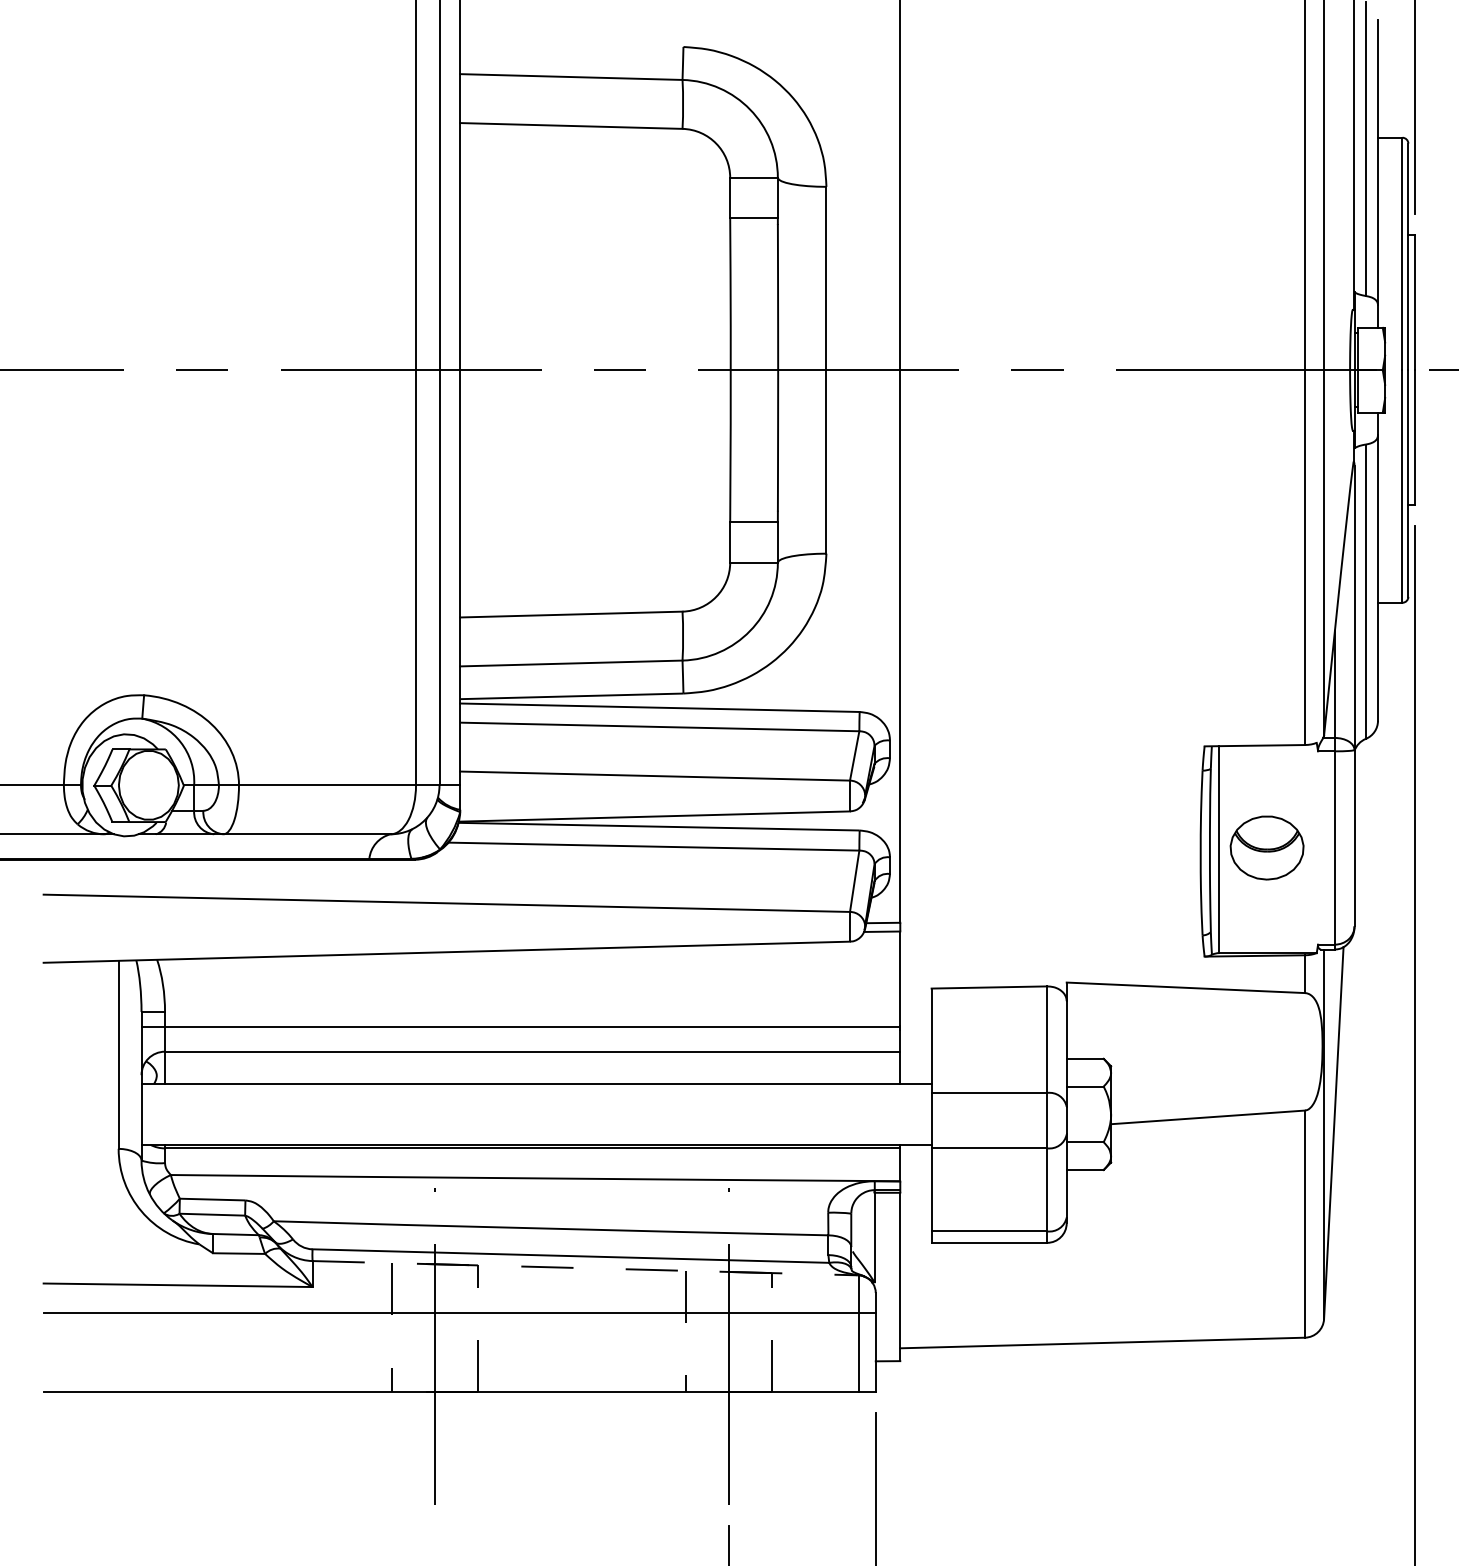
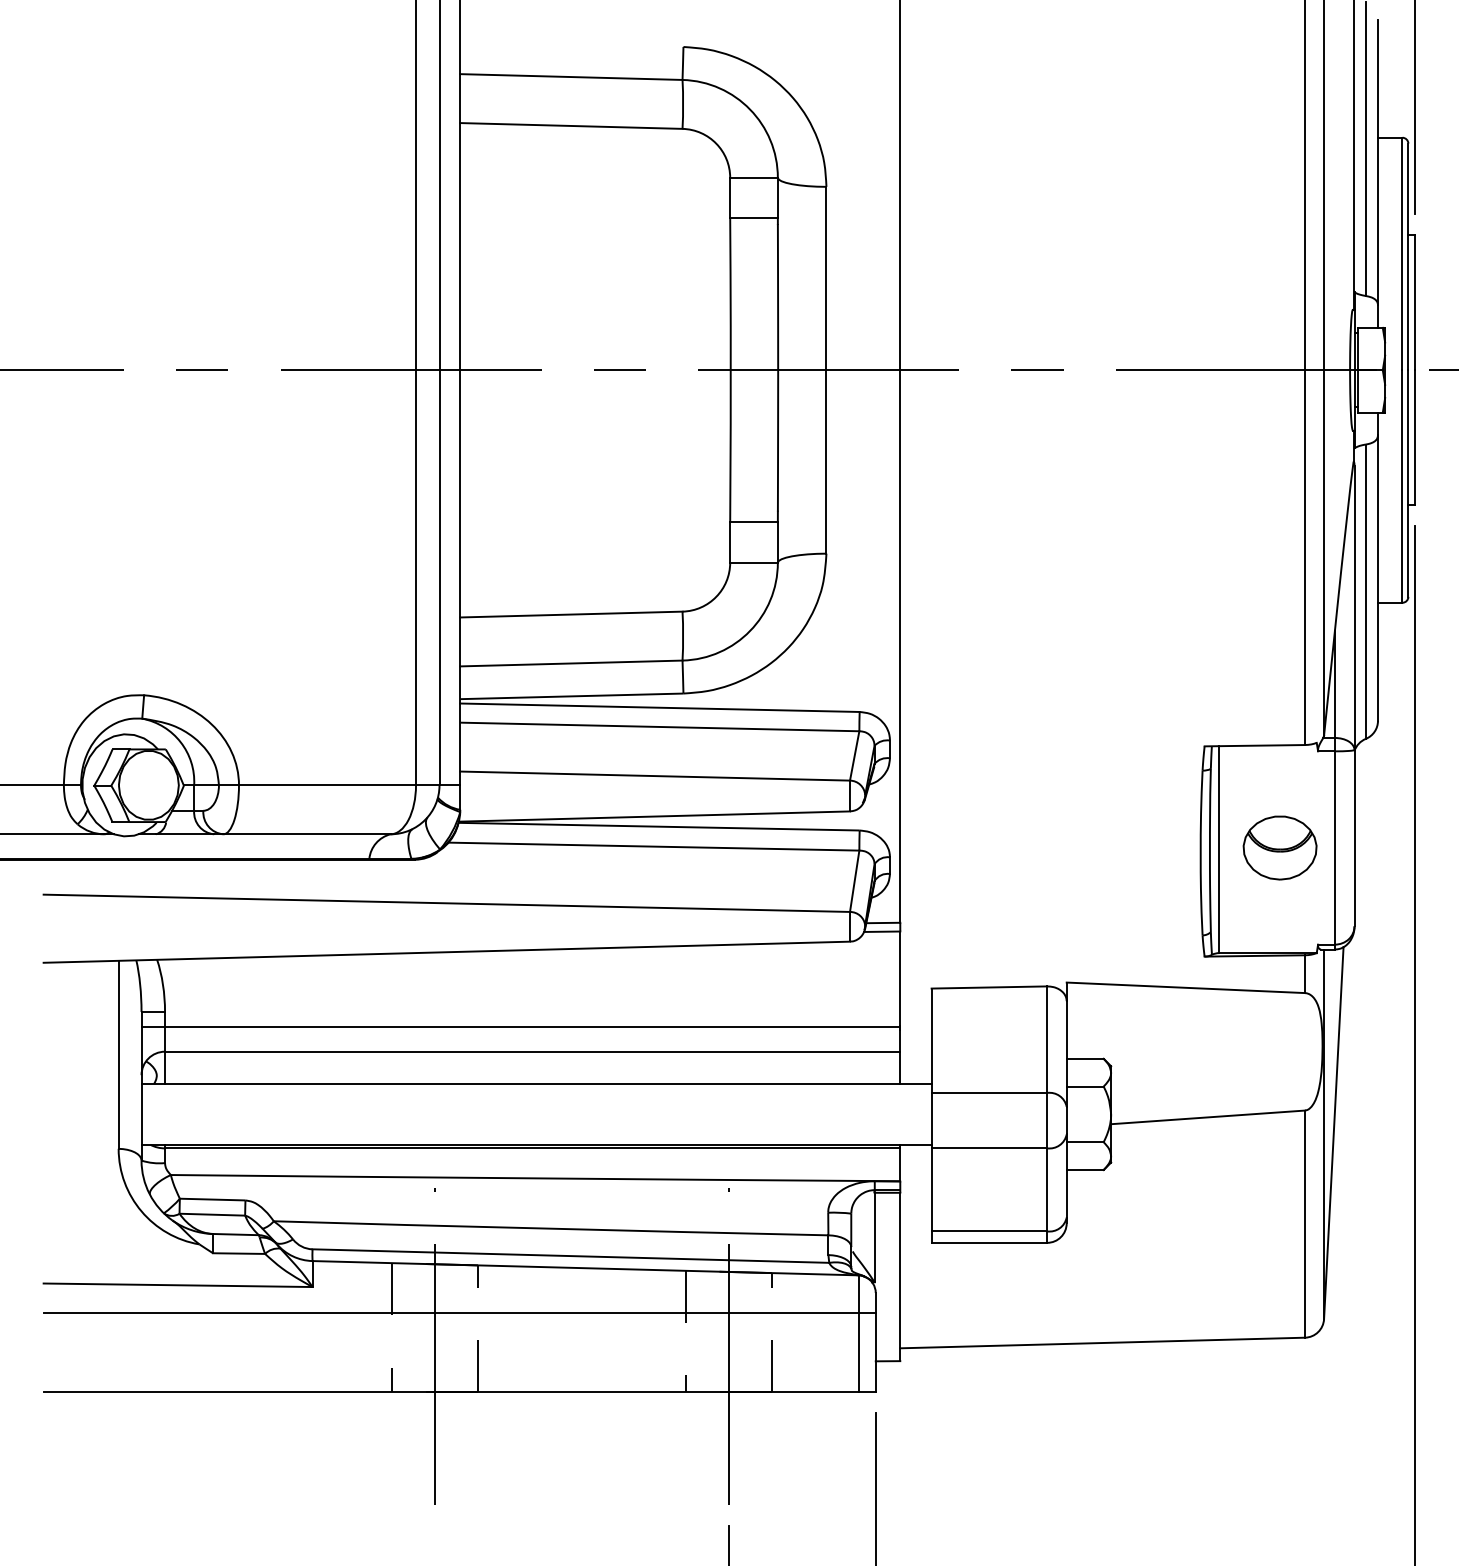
part at (1266, 847) position: (1266, 847) -> (1279, 847)
line at (585, 1268): dashed -> solid
